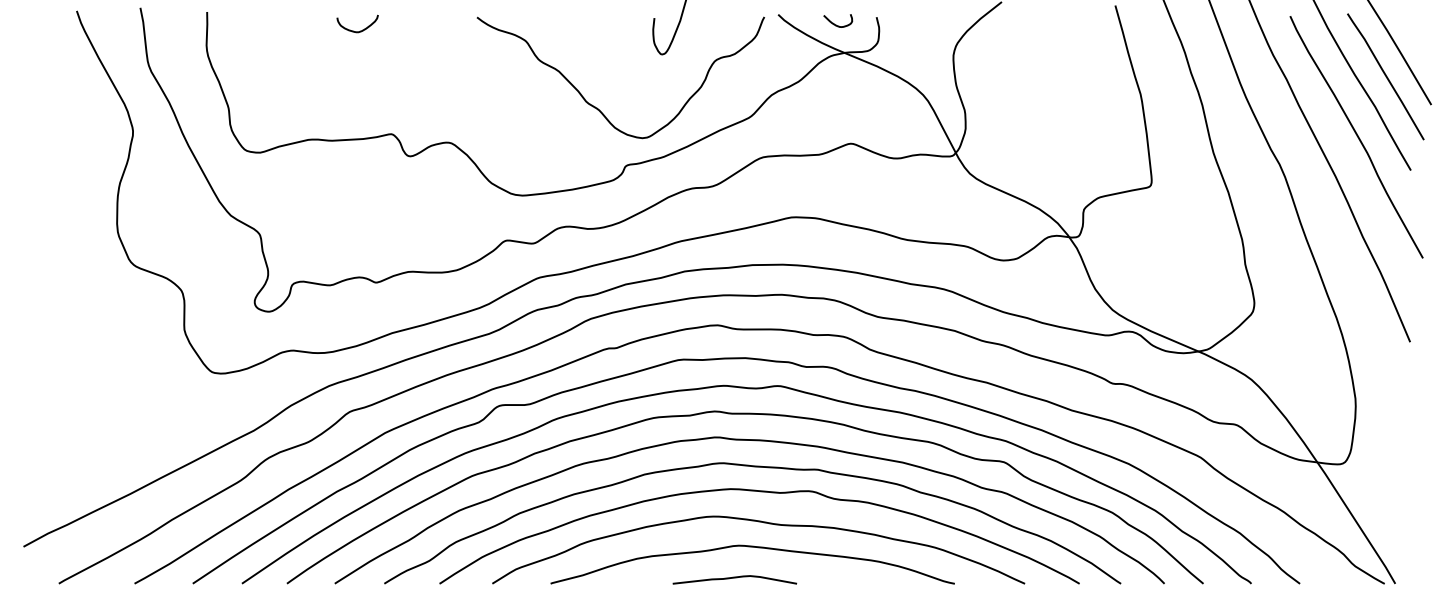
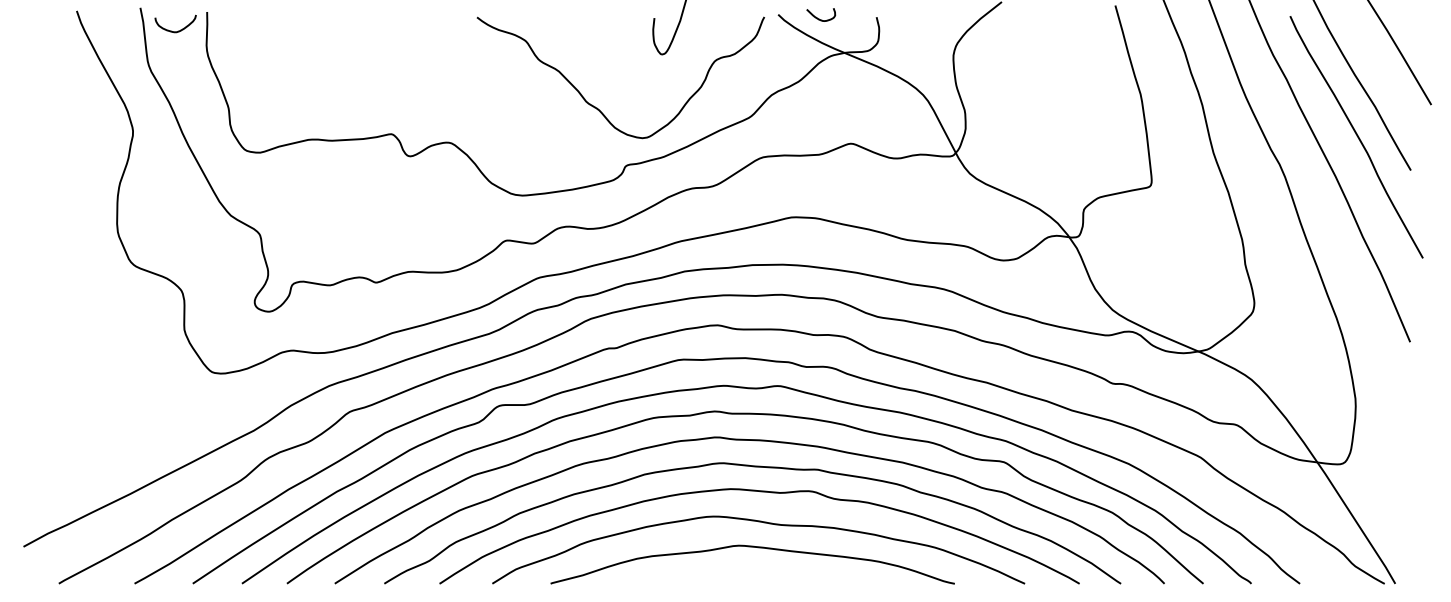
curve at (836, 24) position: (836, 24) -> (819, 18)
curve at (360, 30) position: (360, 30) -> (178, 30)
curve at (1385, 76): present -> none
curve at (734, 578): present -> none
